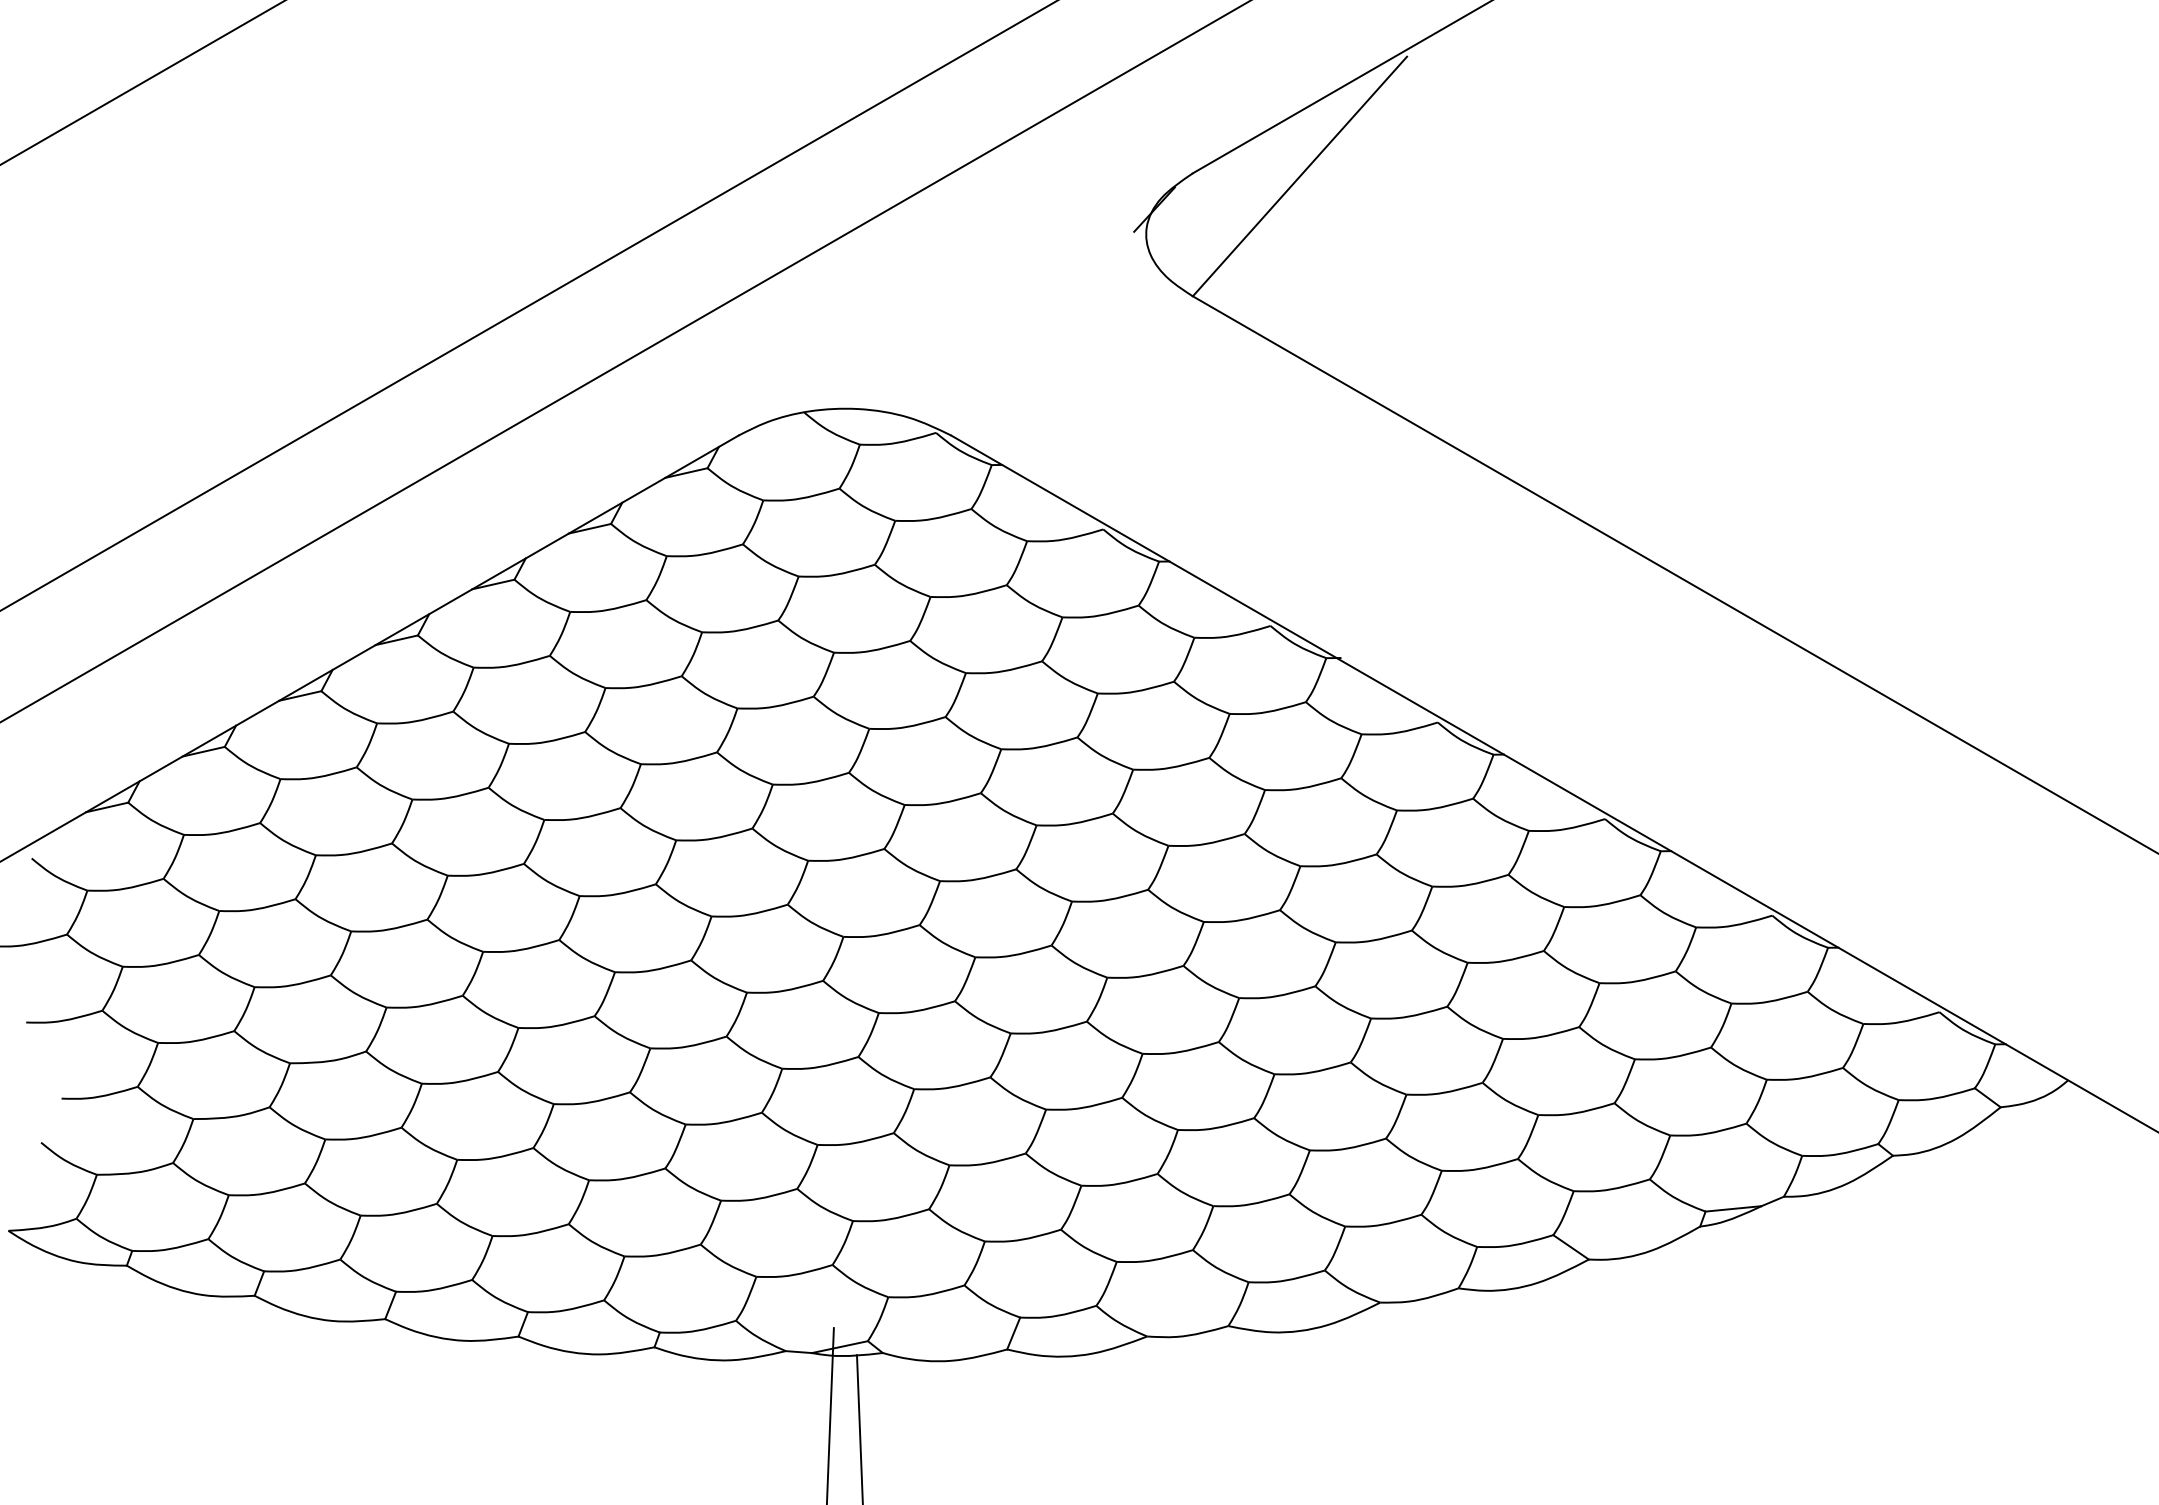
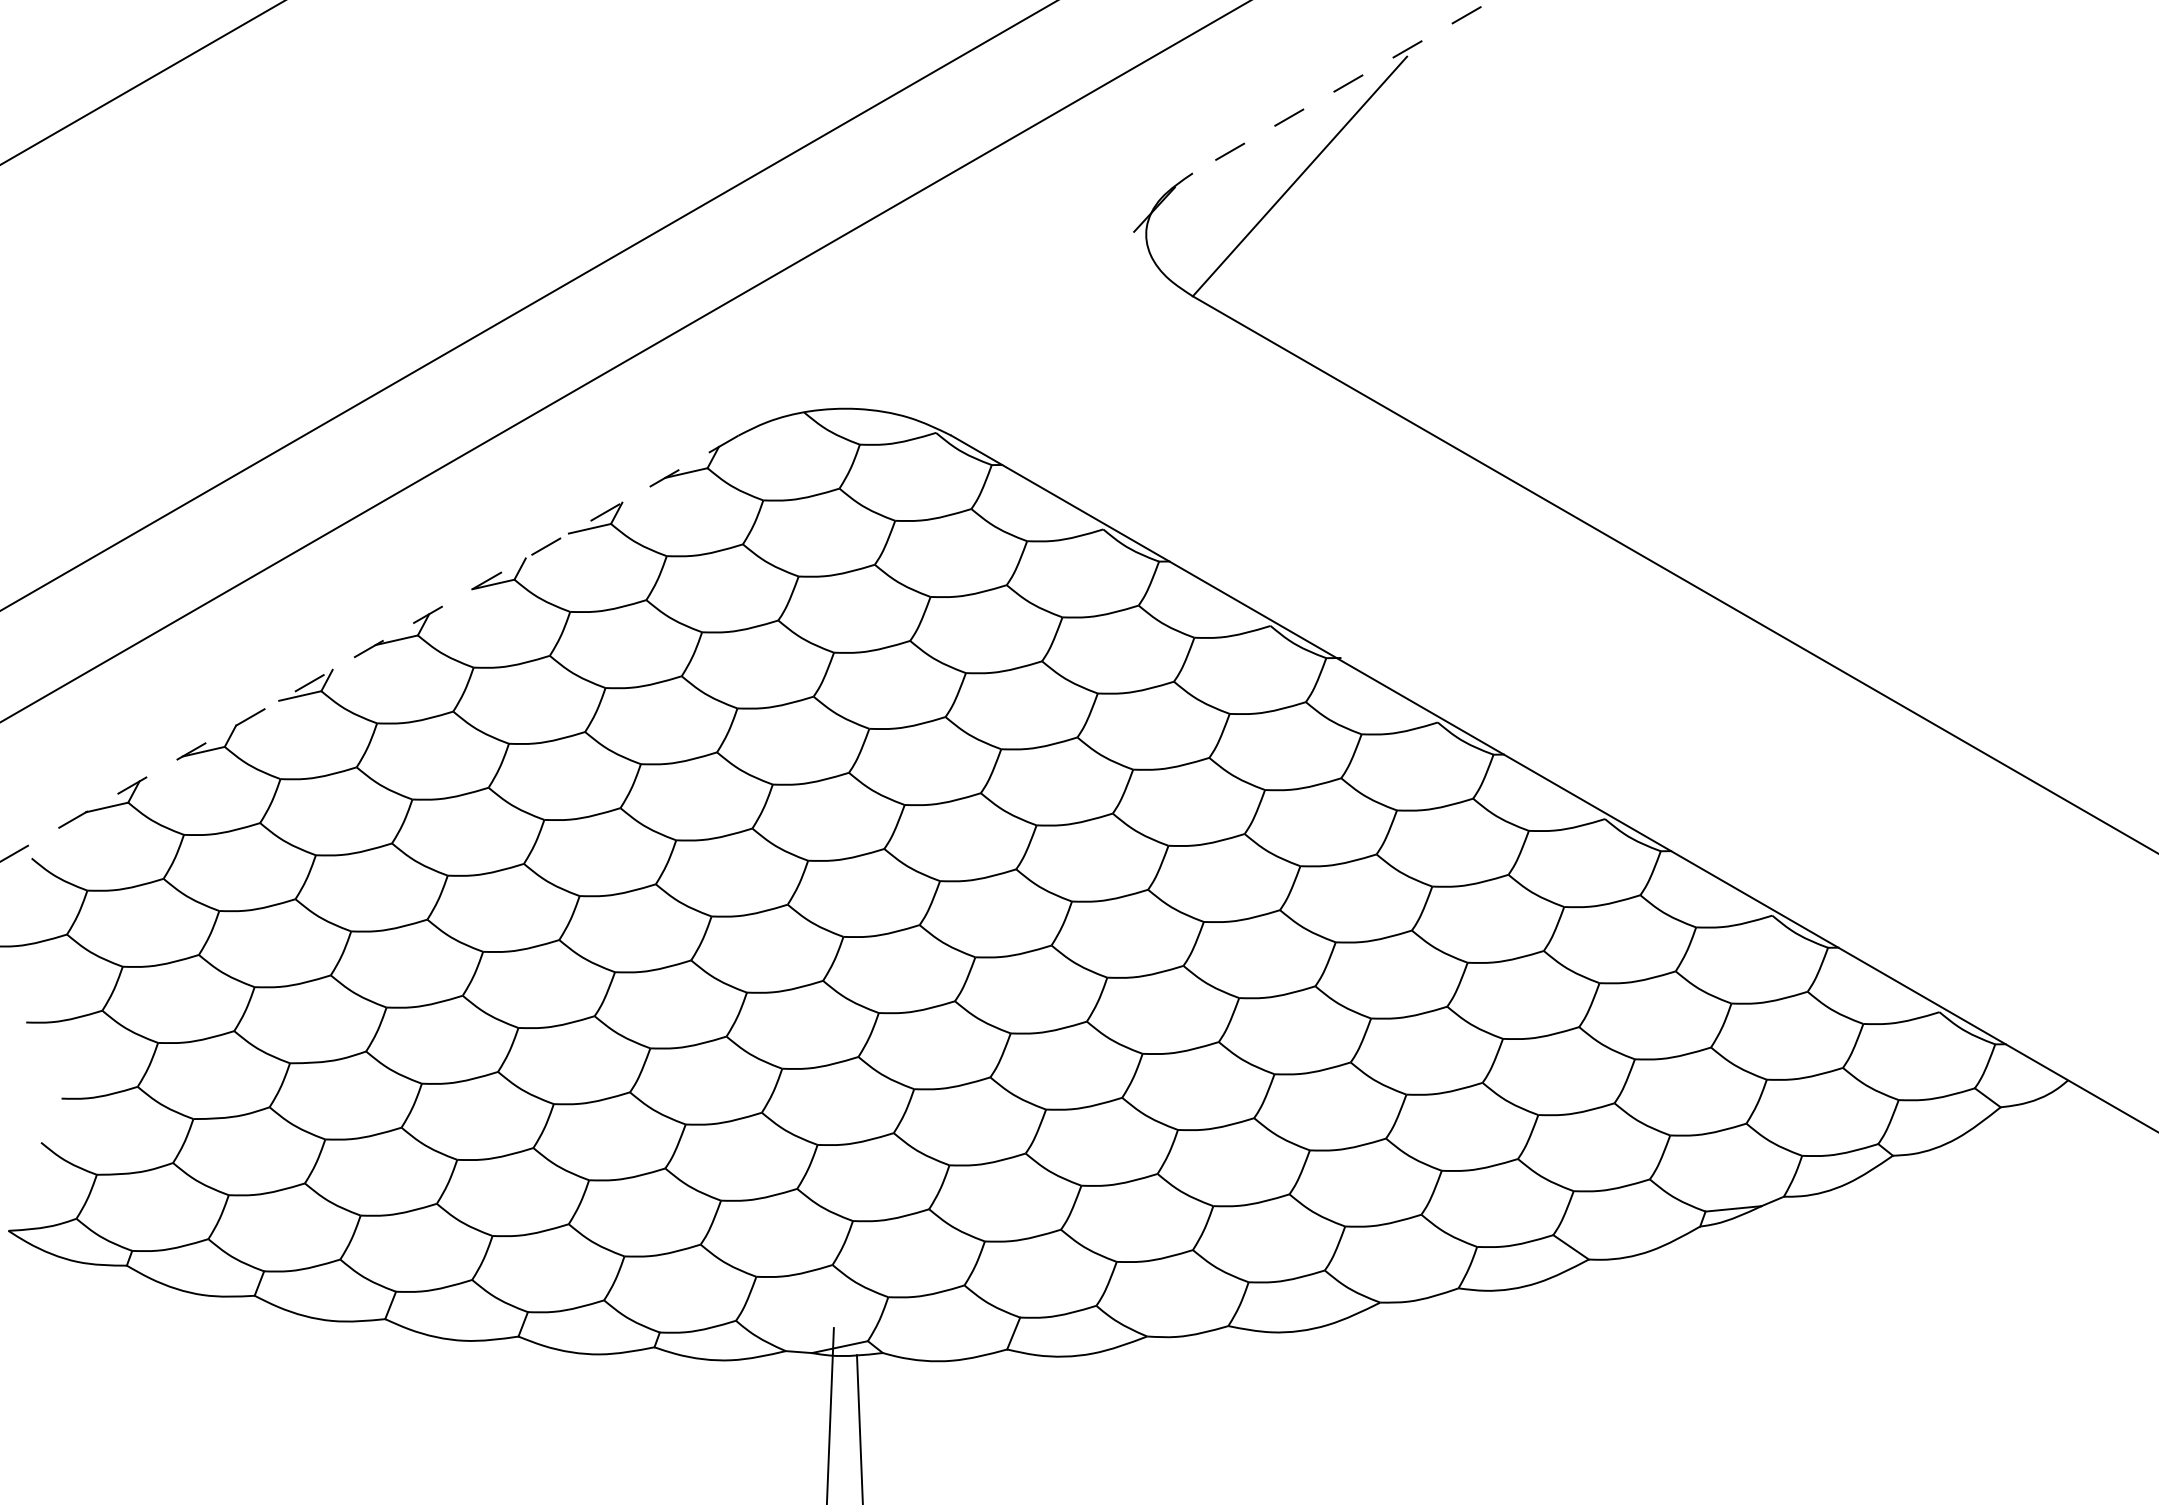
line at (1342, 86): solid -> dashed
line at (369, 648): solid -> dashed
